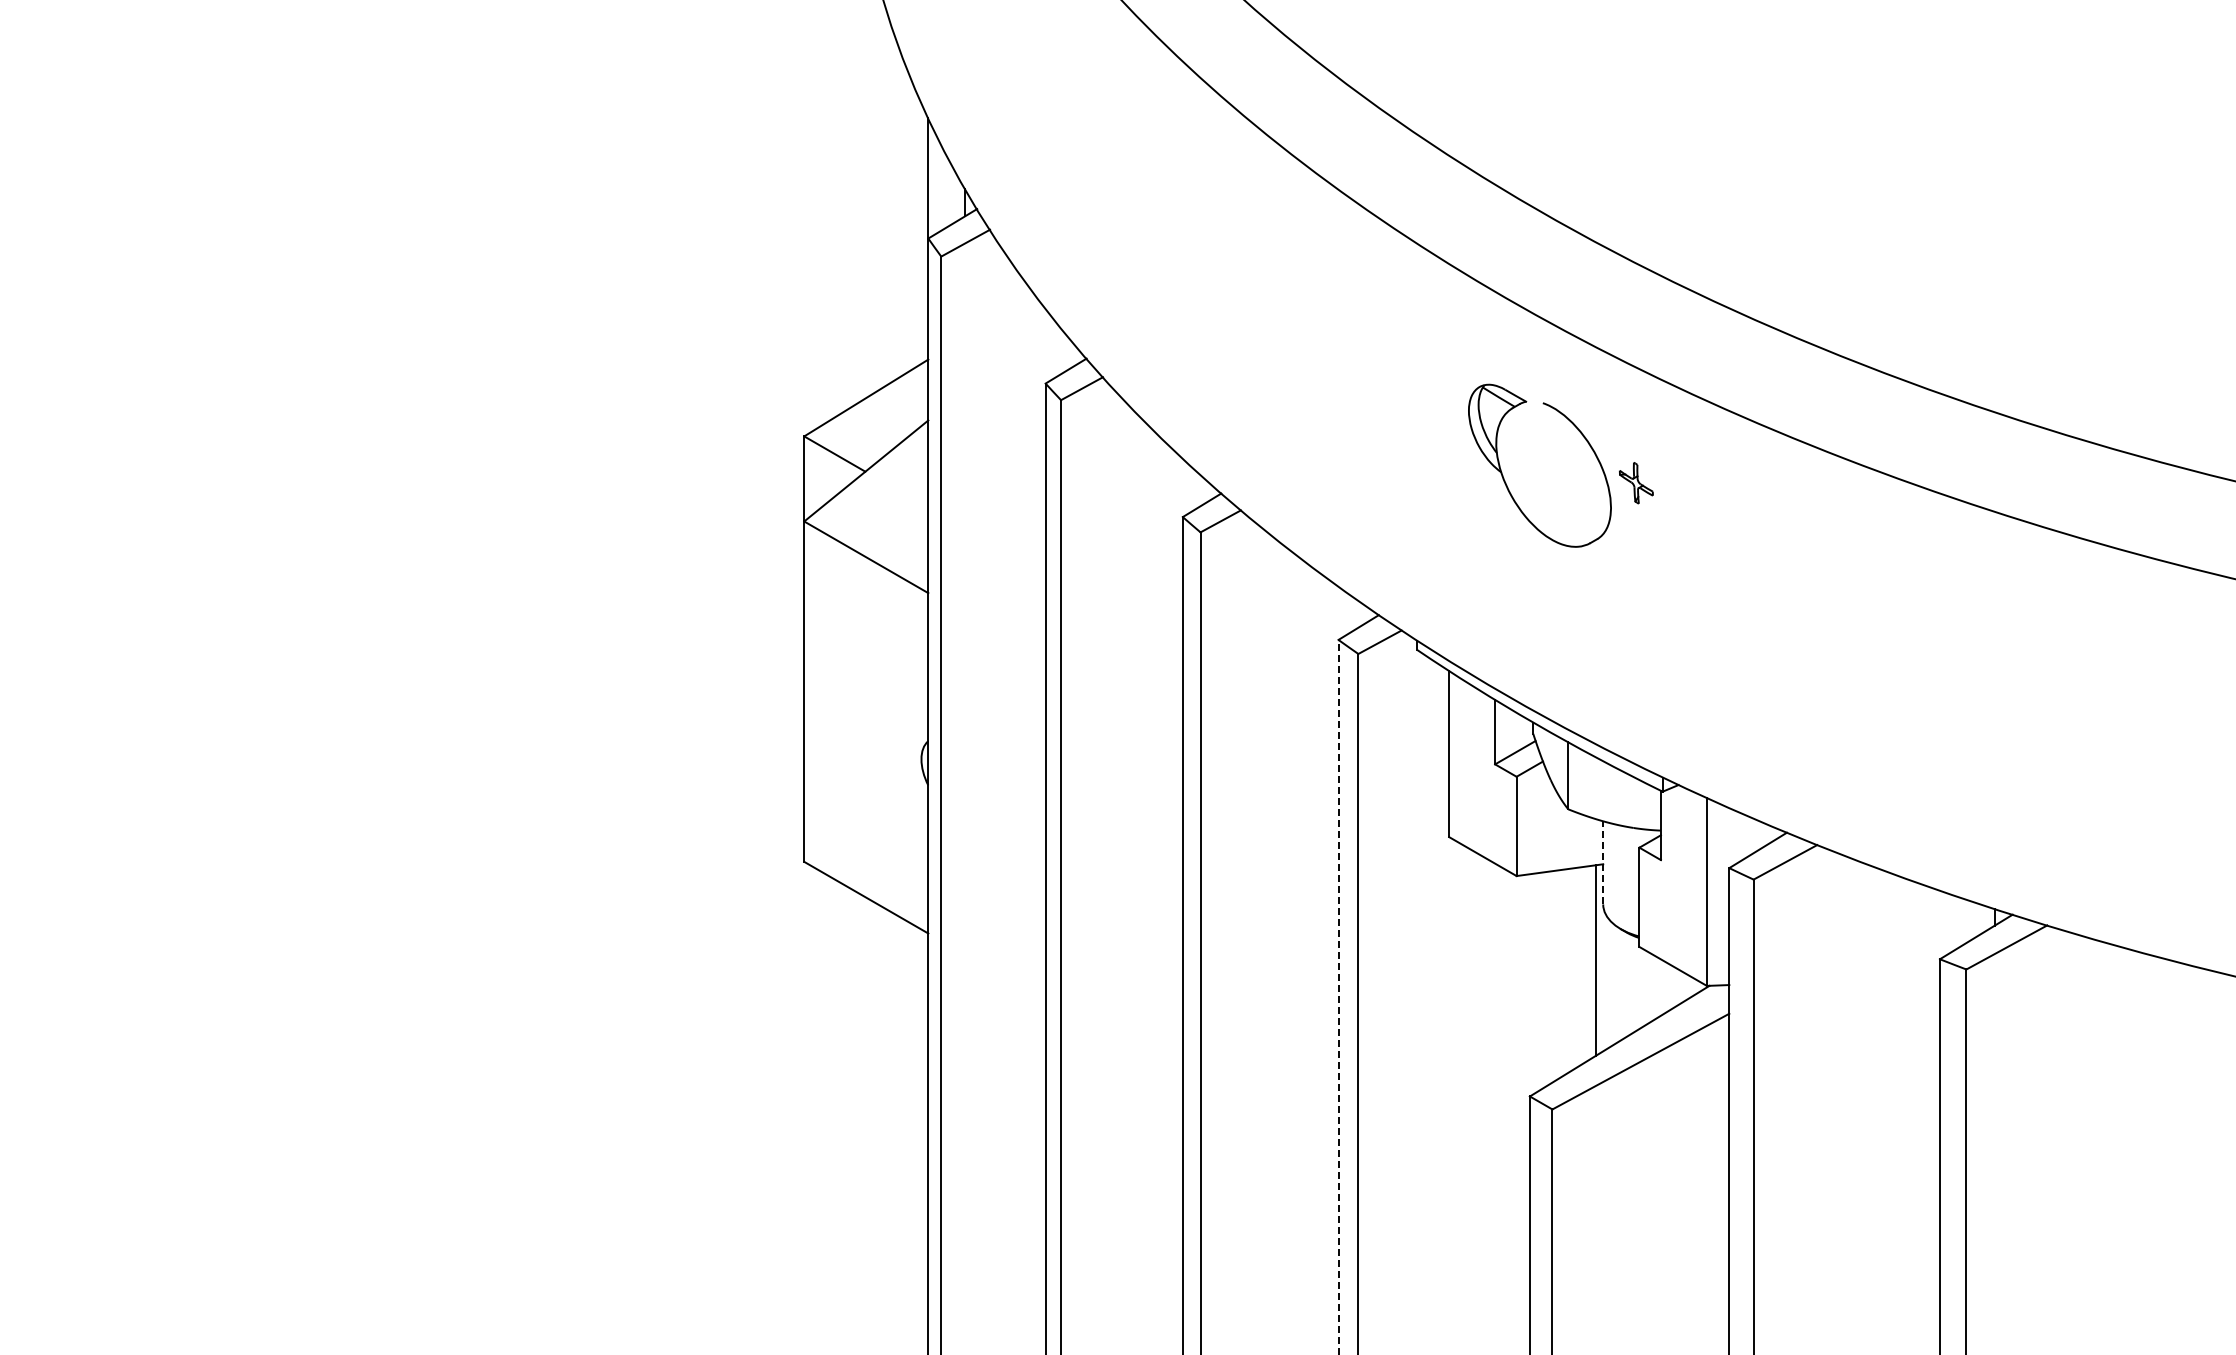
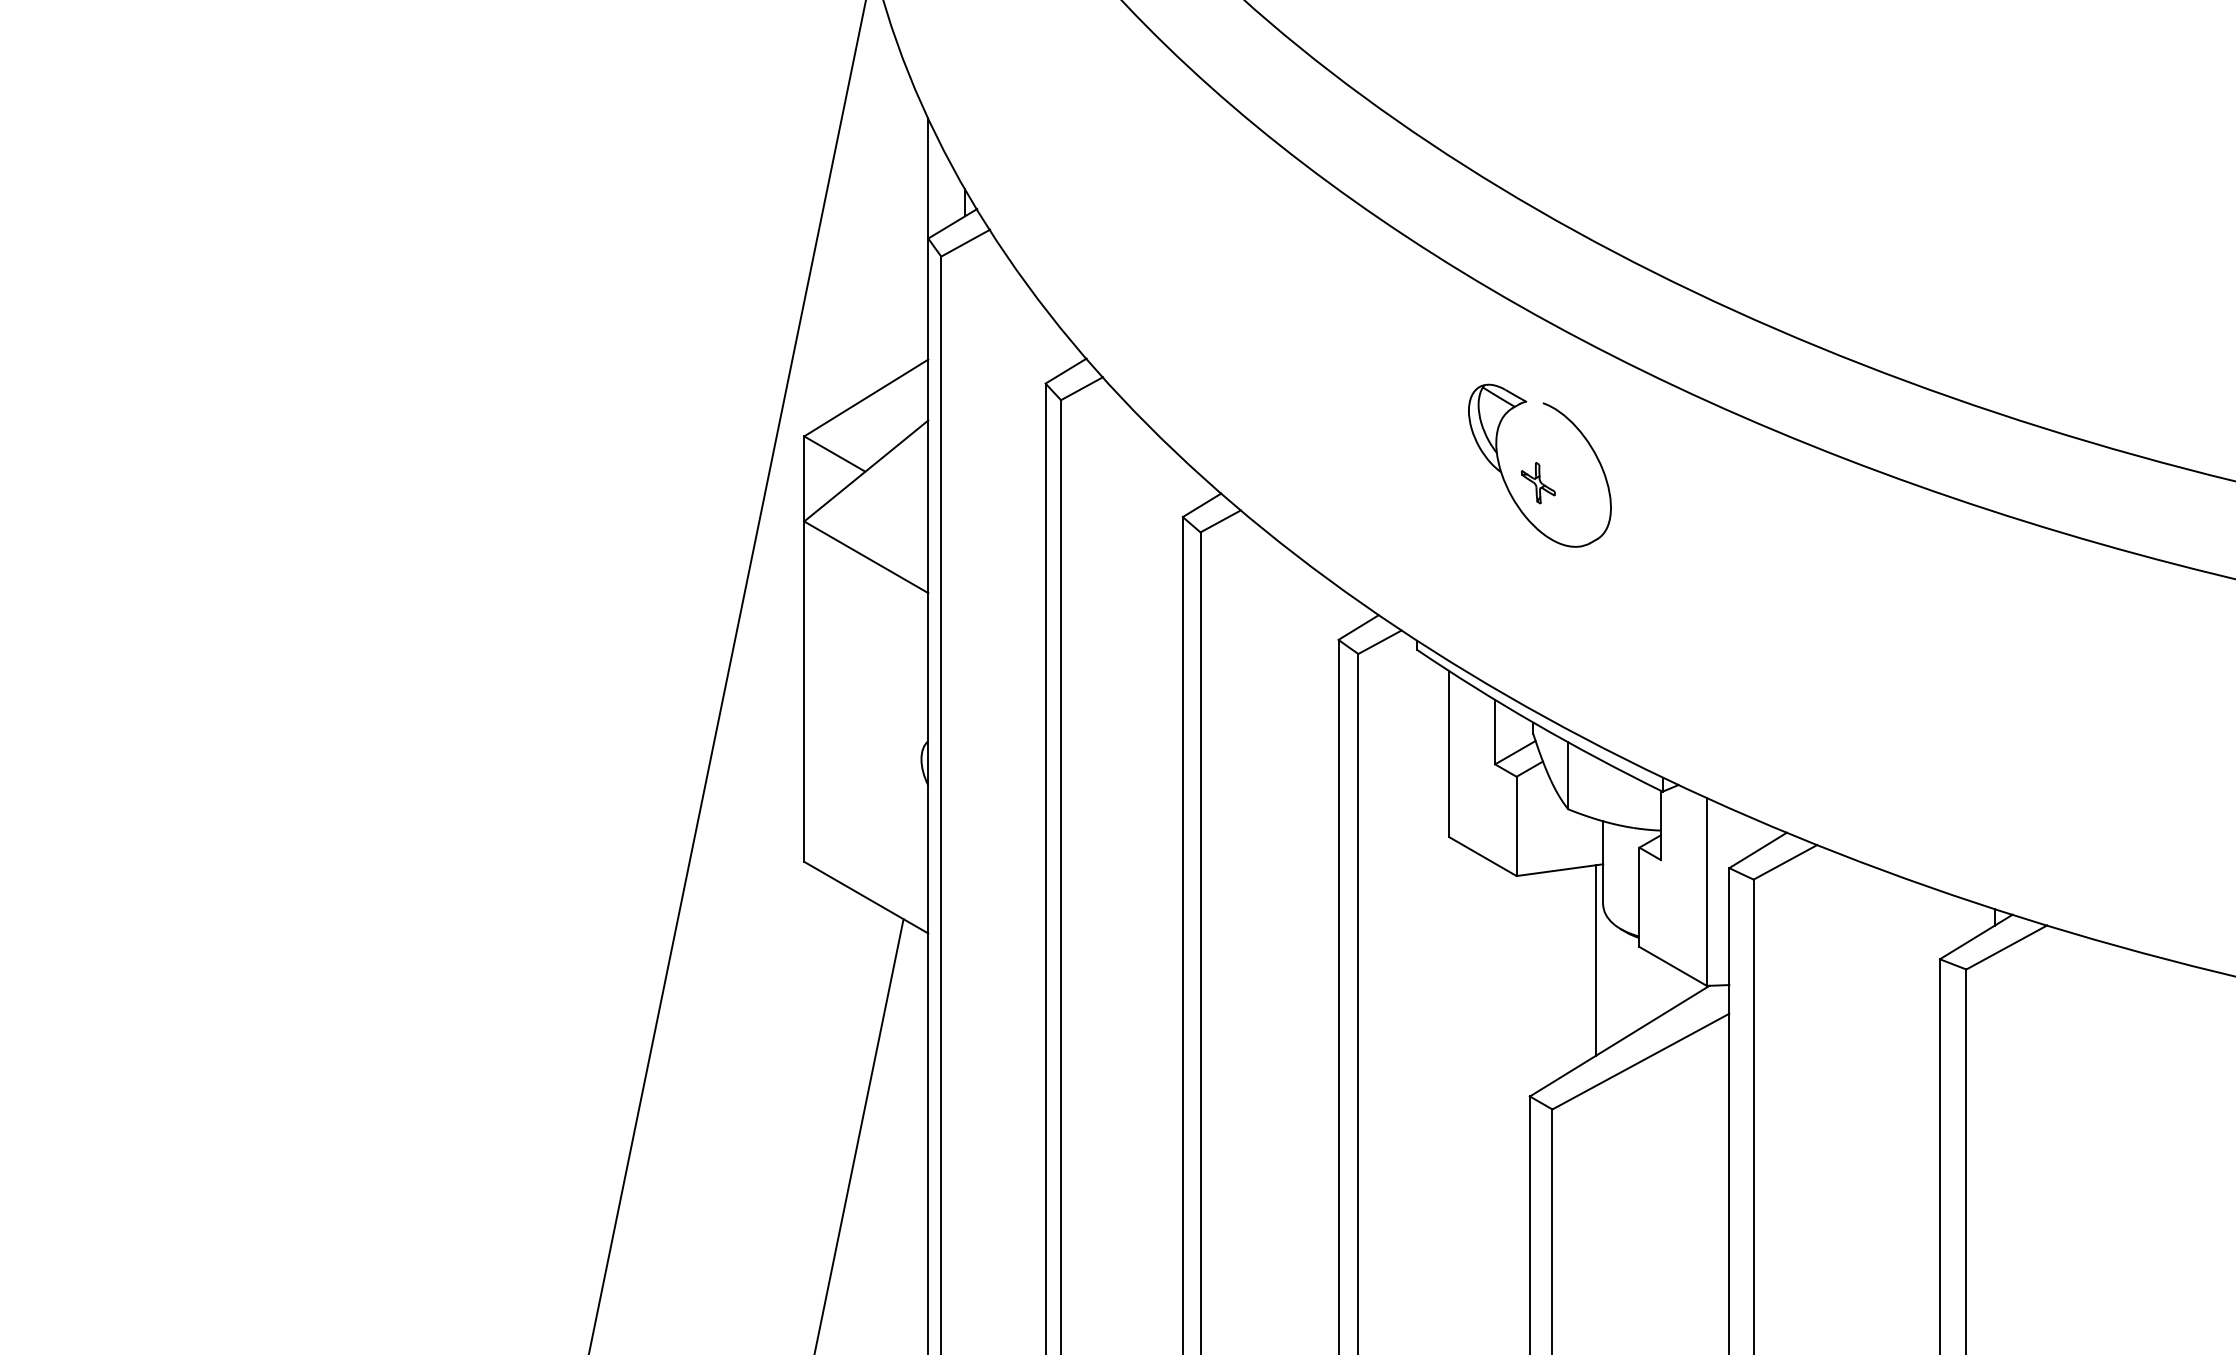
part at (1636, 483) position: (1636, 483) -> (1538, 483)
line at (727, 676): none -> present
line at (1603, 862): dashed -> solid
line at (1338, 996): dashed -> solid
line at (859, 1135): none -> present
